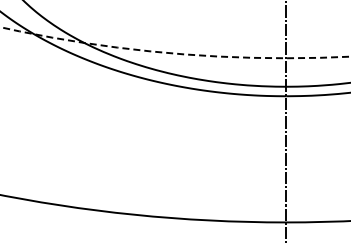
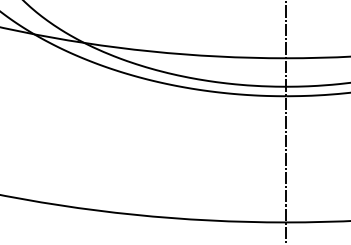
circle at (175, 42): dashed -> solid
